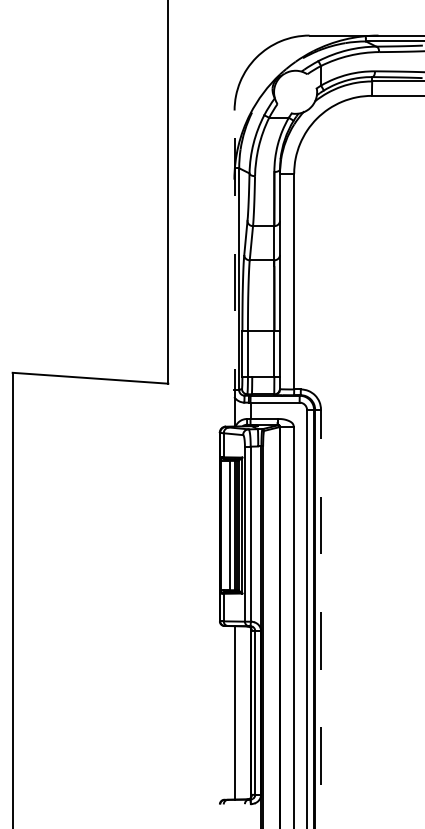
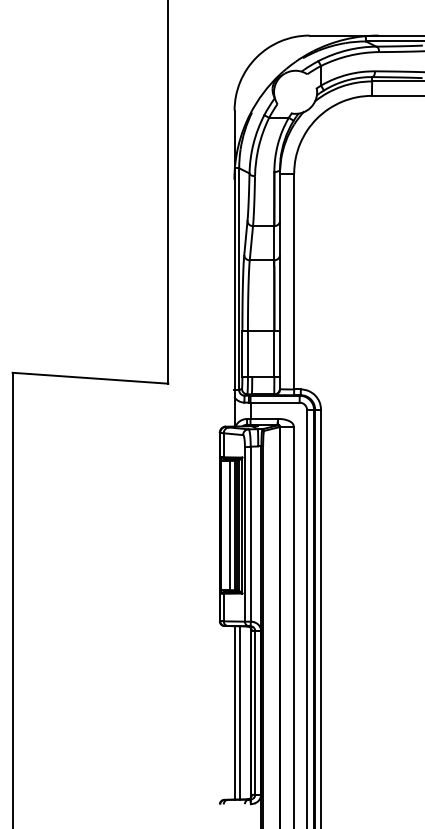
line at (234, 268): dashed -> solid
line at (321, 618): dashed -> solid
line at (240, 712): none -> present
